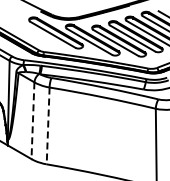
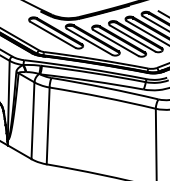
line at (32, 121): dashed -> solid
line at (48, 126): dashed -> solid
